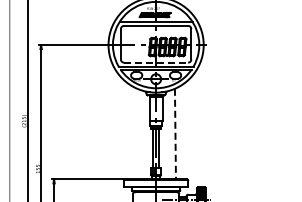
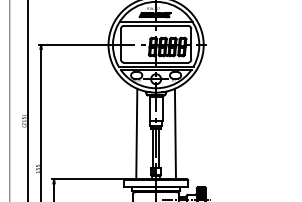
line at (156, 62): dashed -> solid
line at (136, 133): none -> present
line at (175, 134): dashed -> solid
